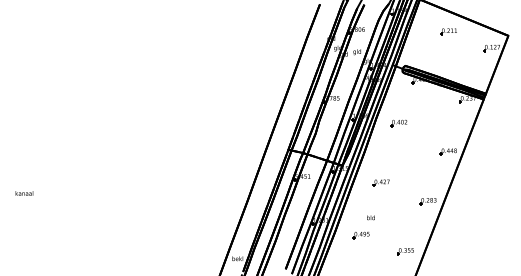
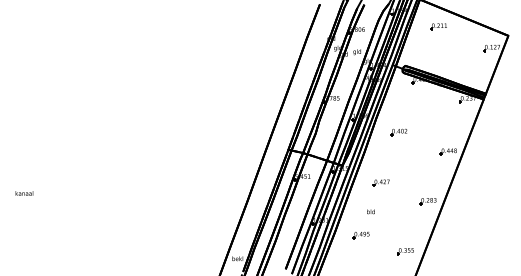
part at (448, 31) position: (448, 31) -> (438, 26)
part at (398, 123) position: (398, 123) -> (398, 132)
text at (370, 217) position: (370, 217) -> (370, 211)
